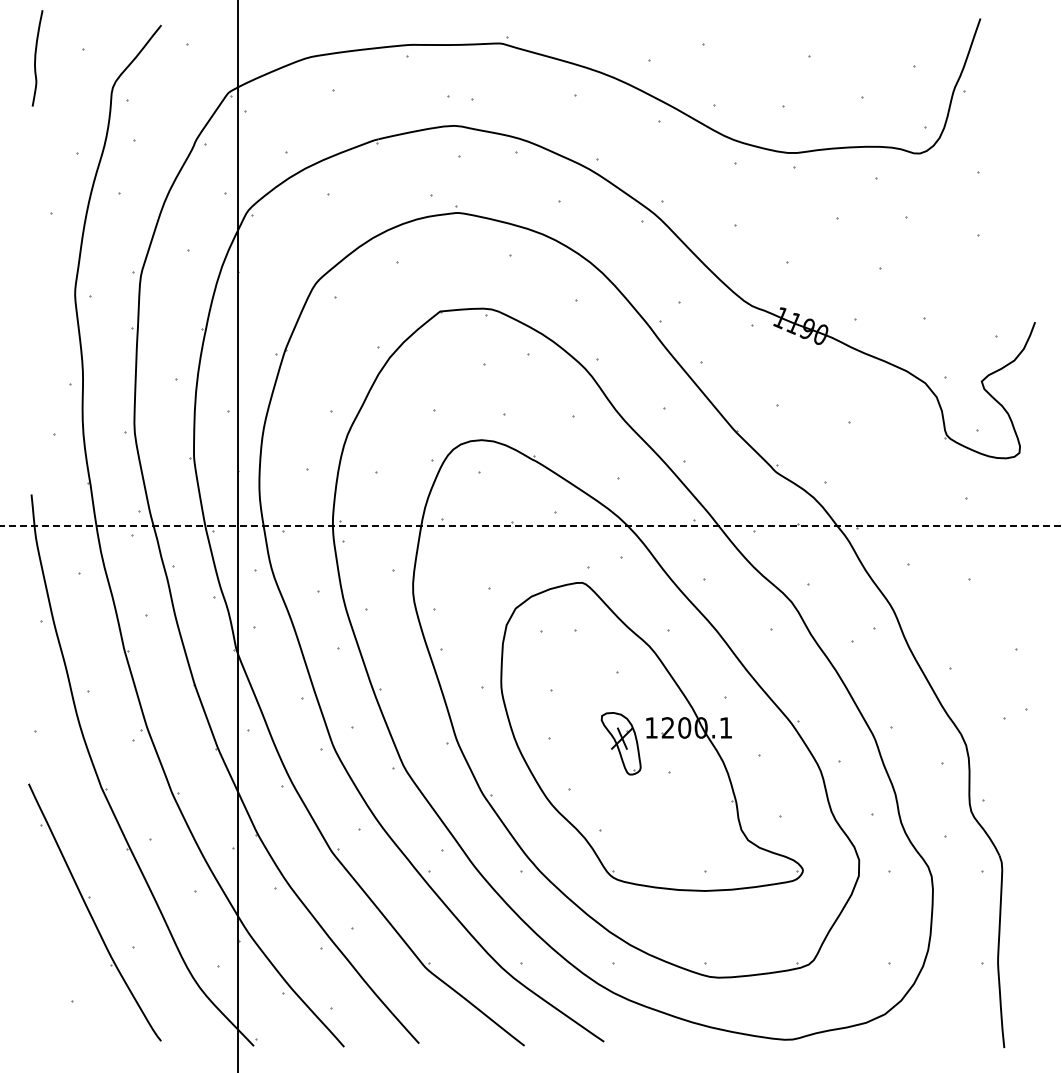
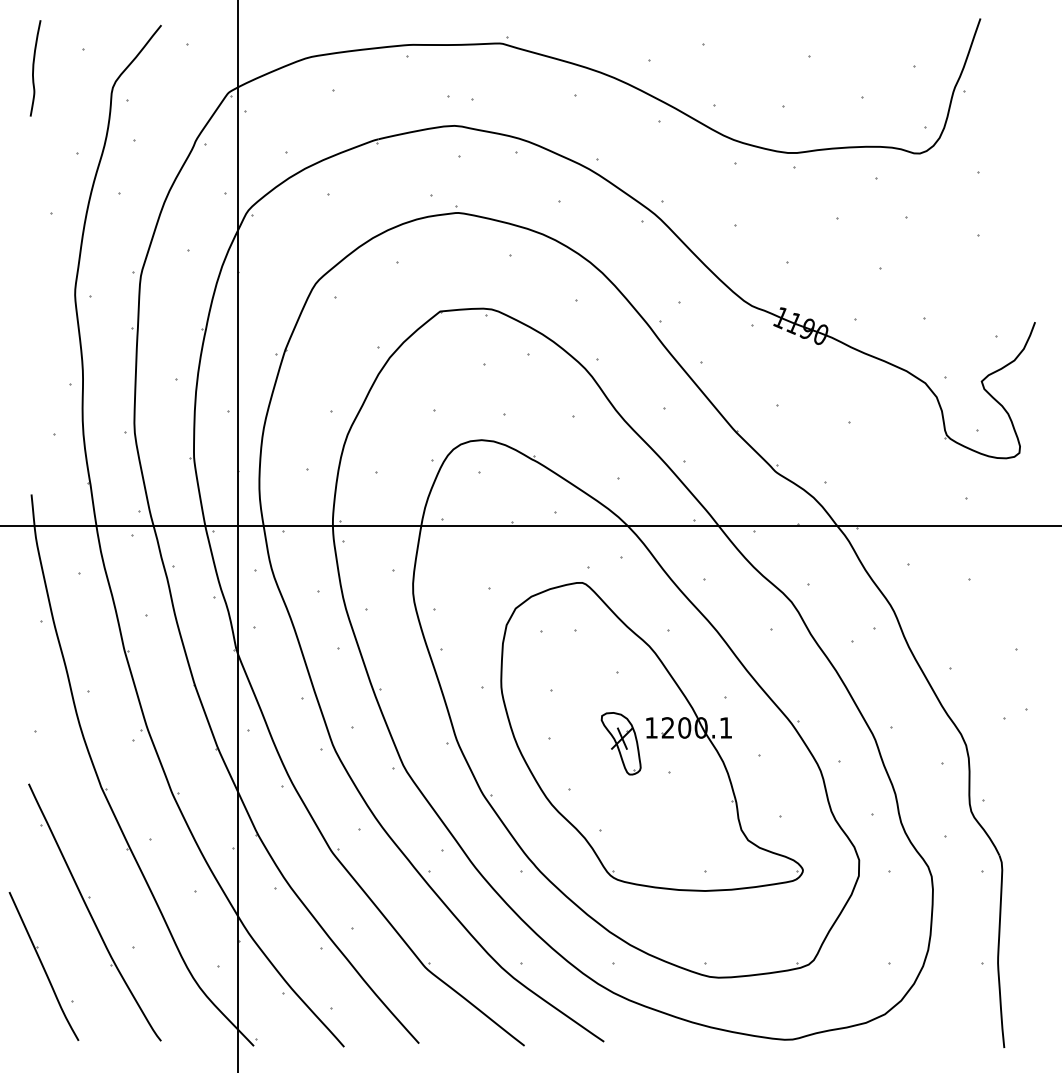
curve at (36, 58) position: (36, 58) -> (34, 68)
line at (531, 526): dashed -> solid
part at (43, 966): none -> present
